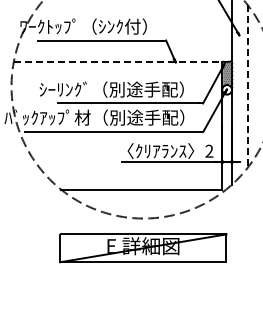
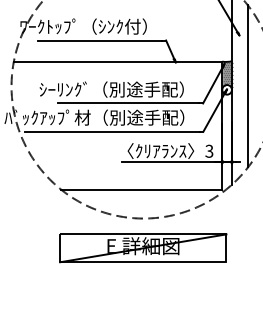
line at (118, 61): dashed -> solid
line at (247, 86): dashed -> solid
text at (209, 151): 2 -> 3
